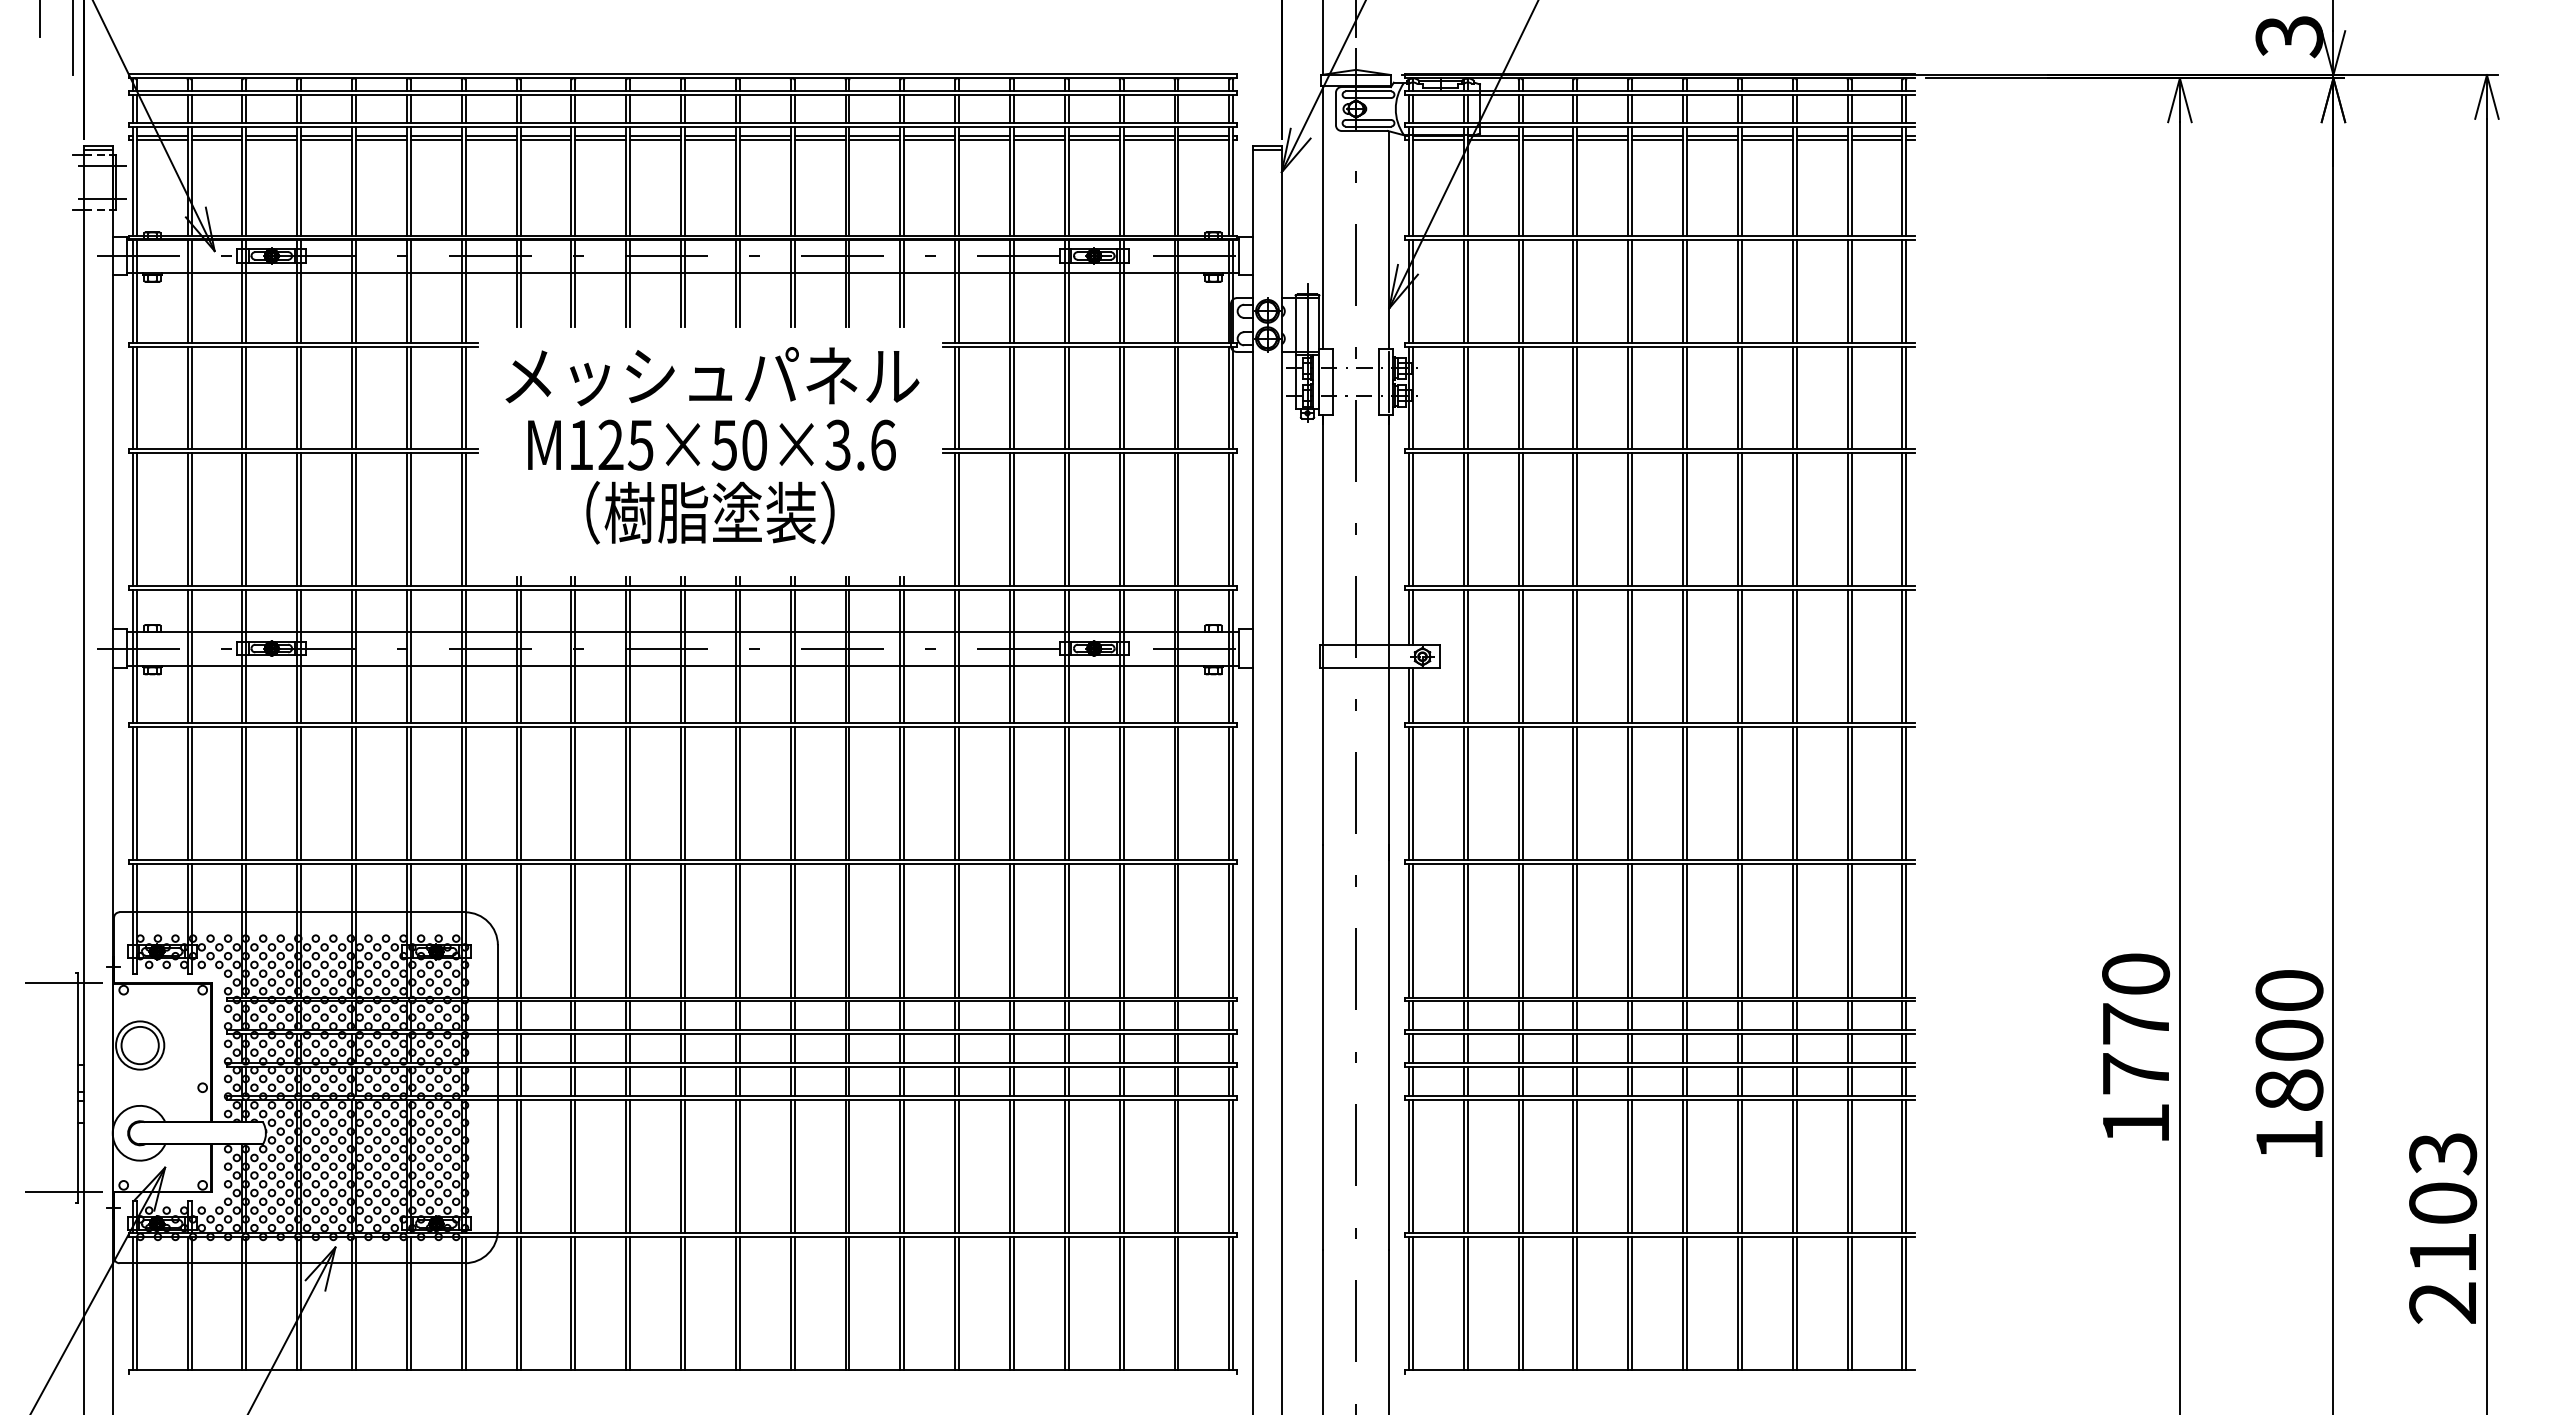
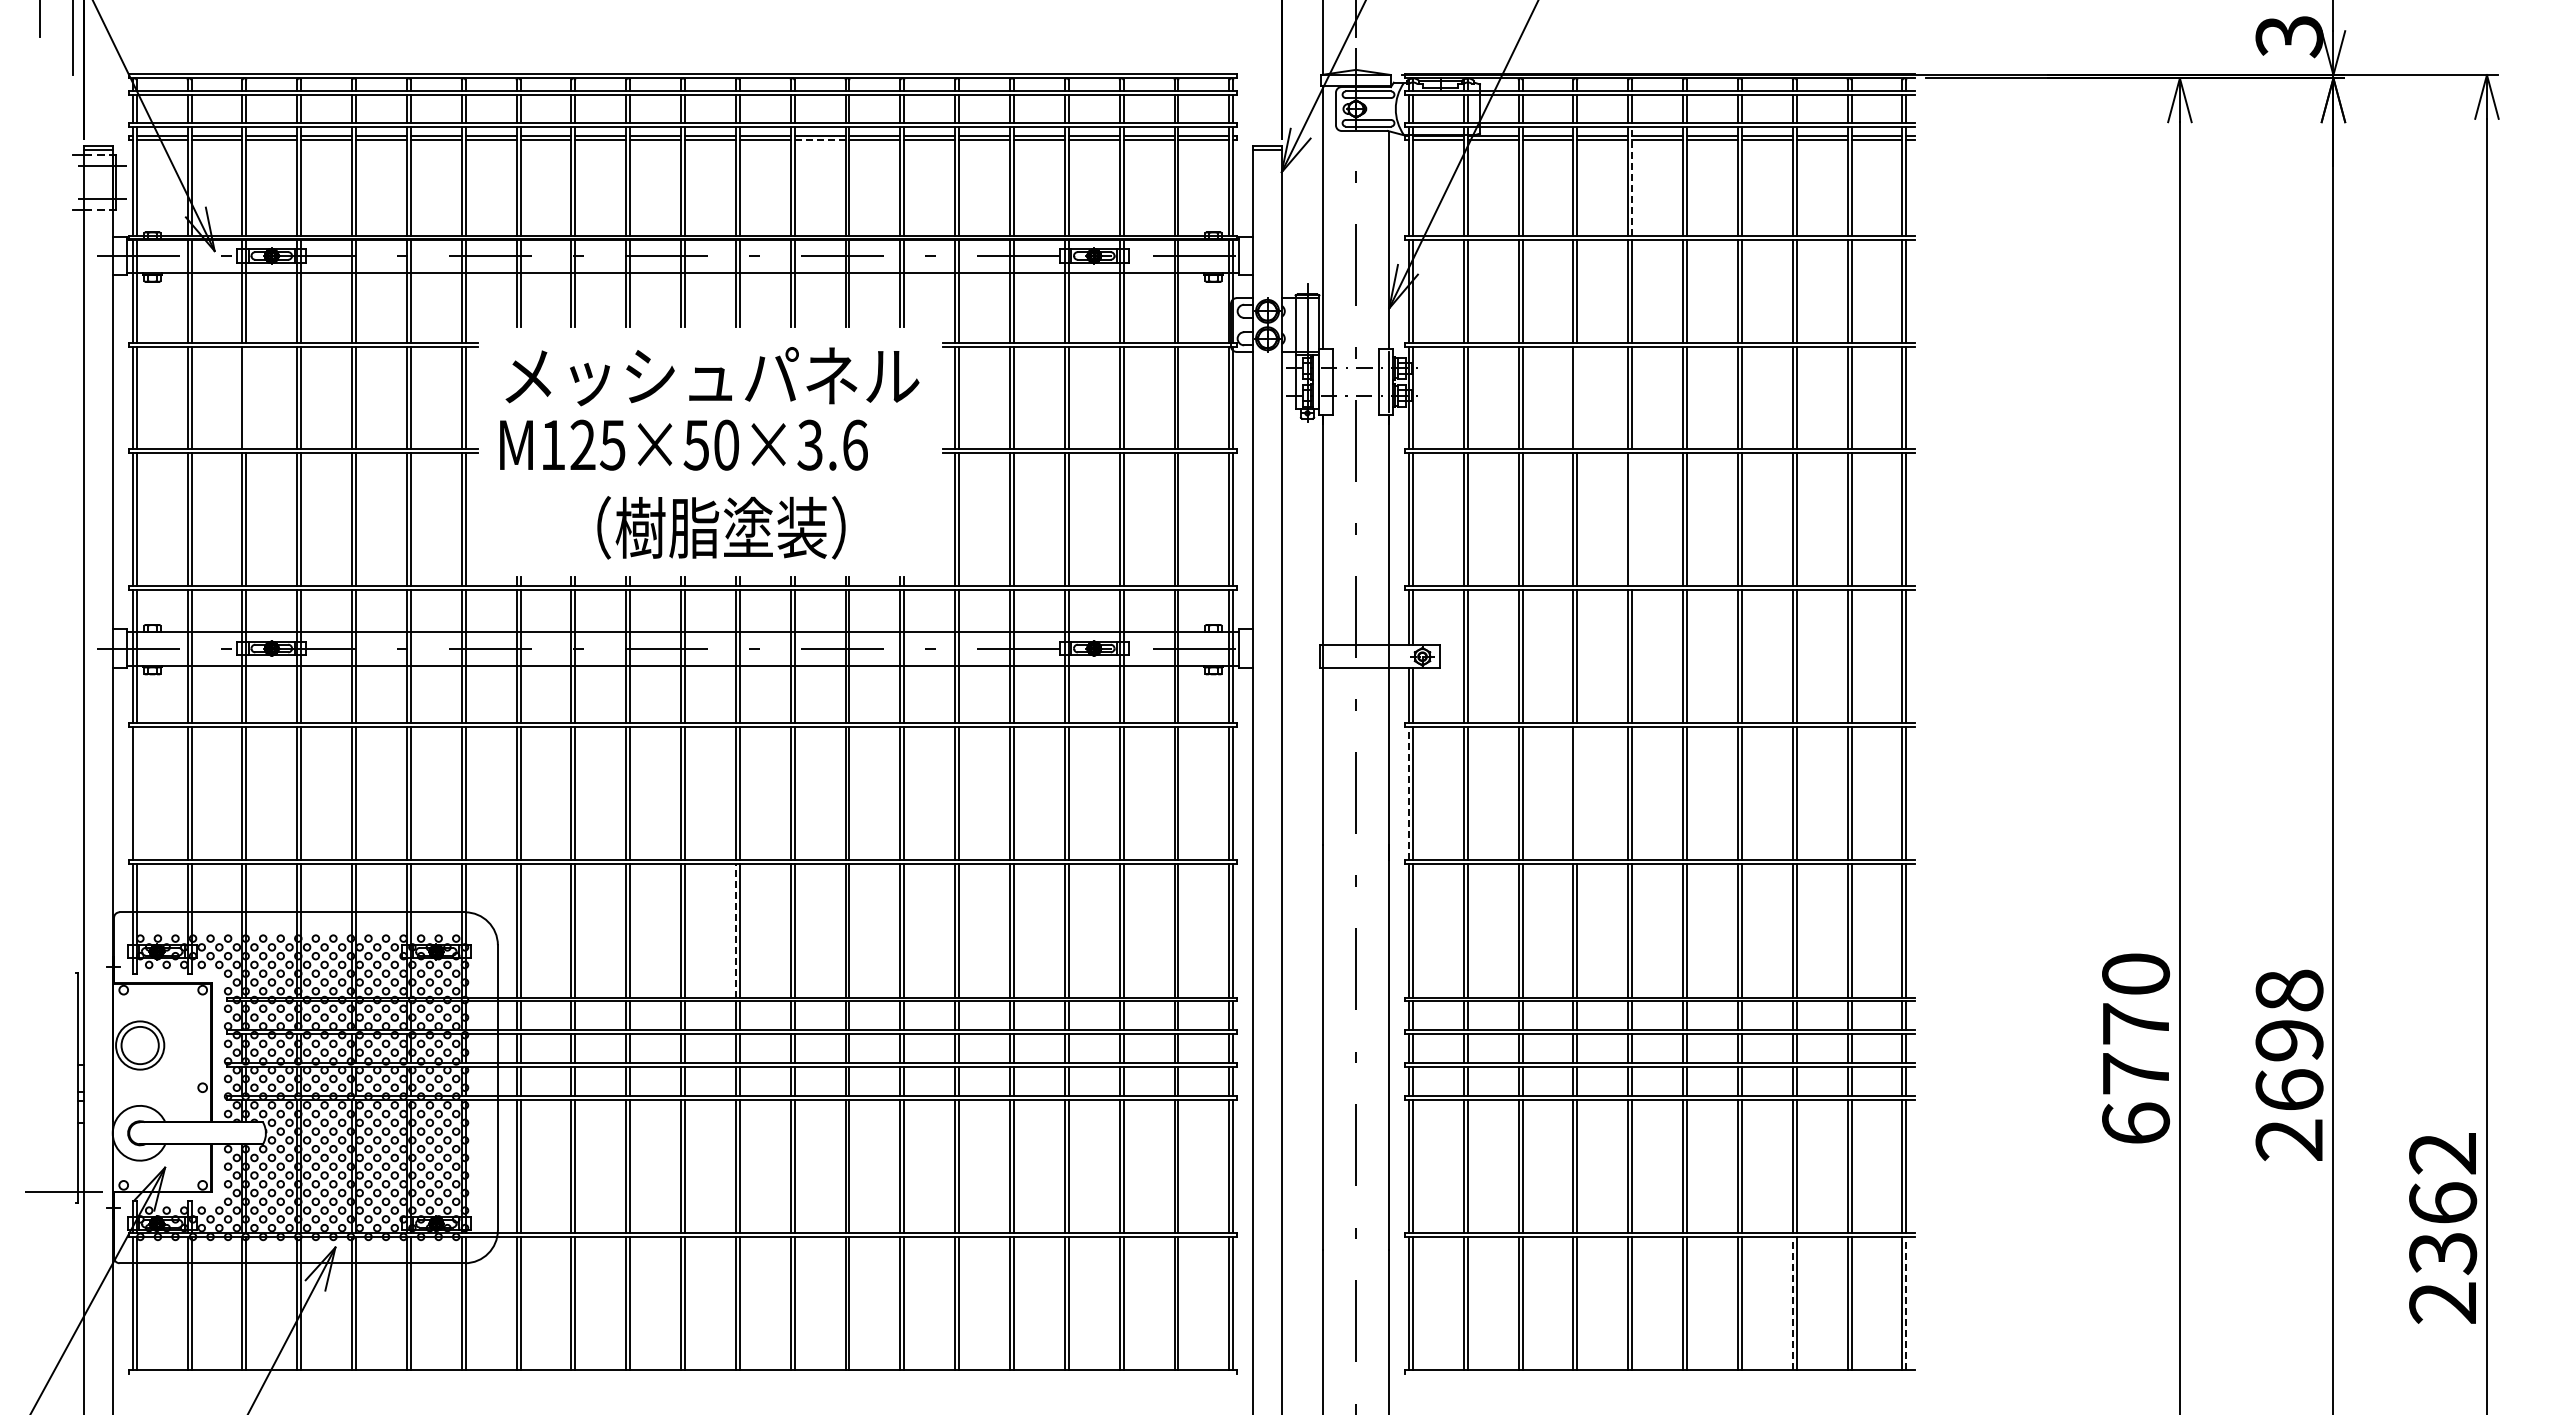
line at (819, 140): solid -> dashed
line at (1632, 181): solid -> dashed
line at (246, 397): present -> none
line at (1577, 397): present -> none
text at (711, 444) position: (711, 444) -> (683, 444)
text at (710, 512) position: (710, 512) -> (721, 527)
line at (1632, 519): present -> none
line at (136, 793): present -> none
line at (1408, 793): solid -> dashed
line at (1577, 793): present -> none
line at (735, 930): solid -> dashed
line at (63, 983): present -> none
text at (2289, 1065): 1800 -> 2698
text at (2136, 1122): 1770 -> 6770
text at (2443, 1204): 2103 -> 2362
line at (1792, 1303): solid -> dashed
line at (1906, 1303): solid -> dashed
